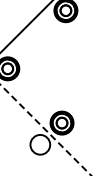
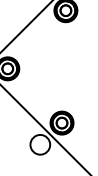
line at (46, 130): dashed -> solid
